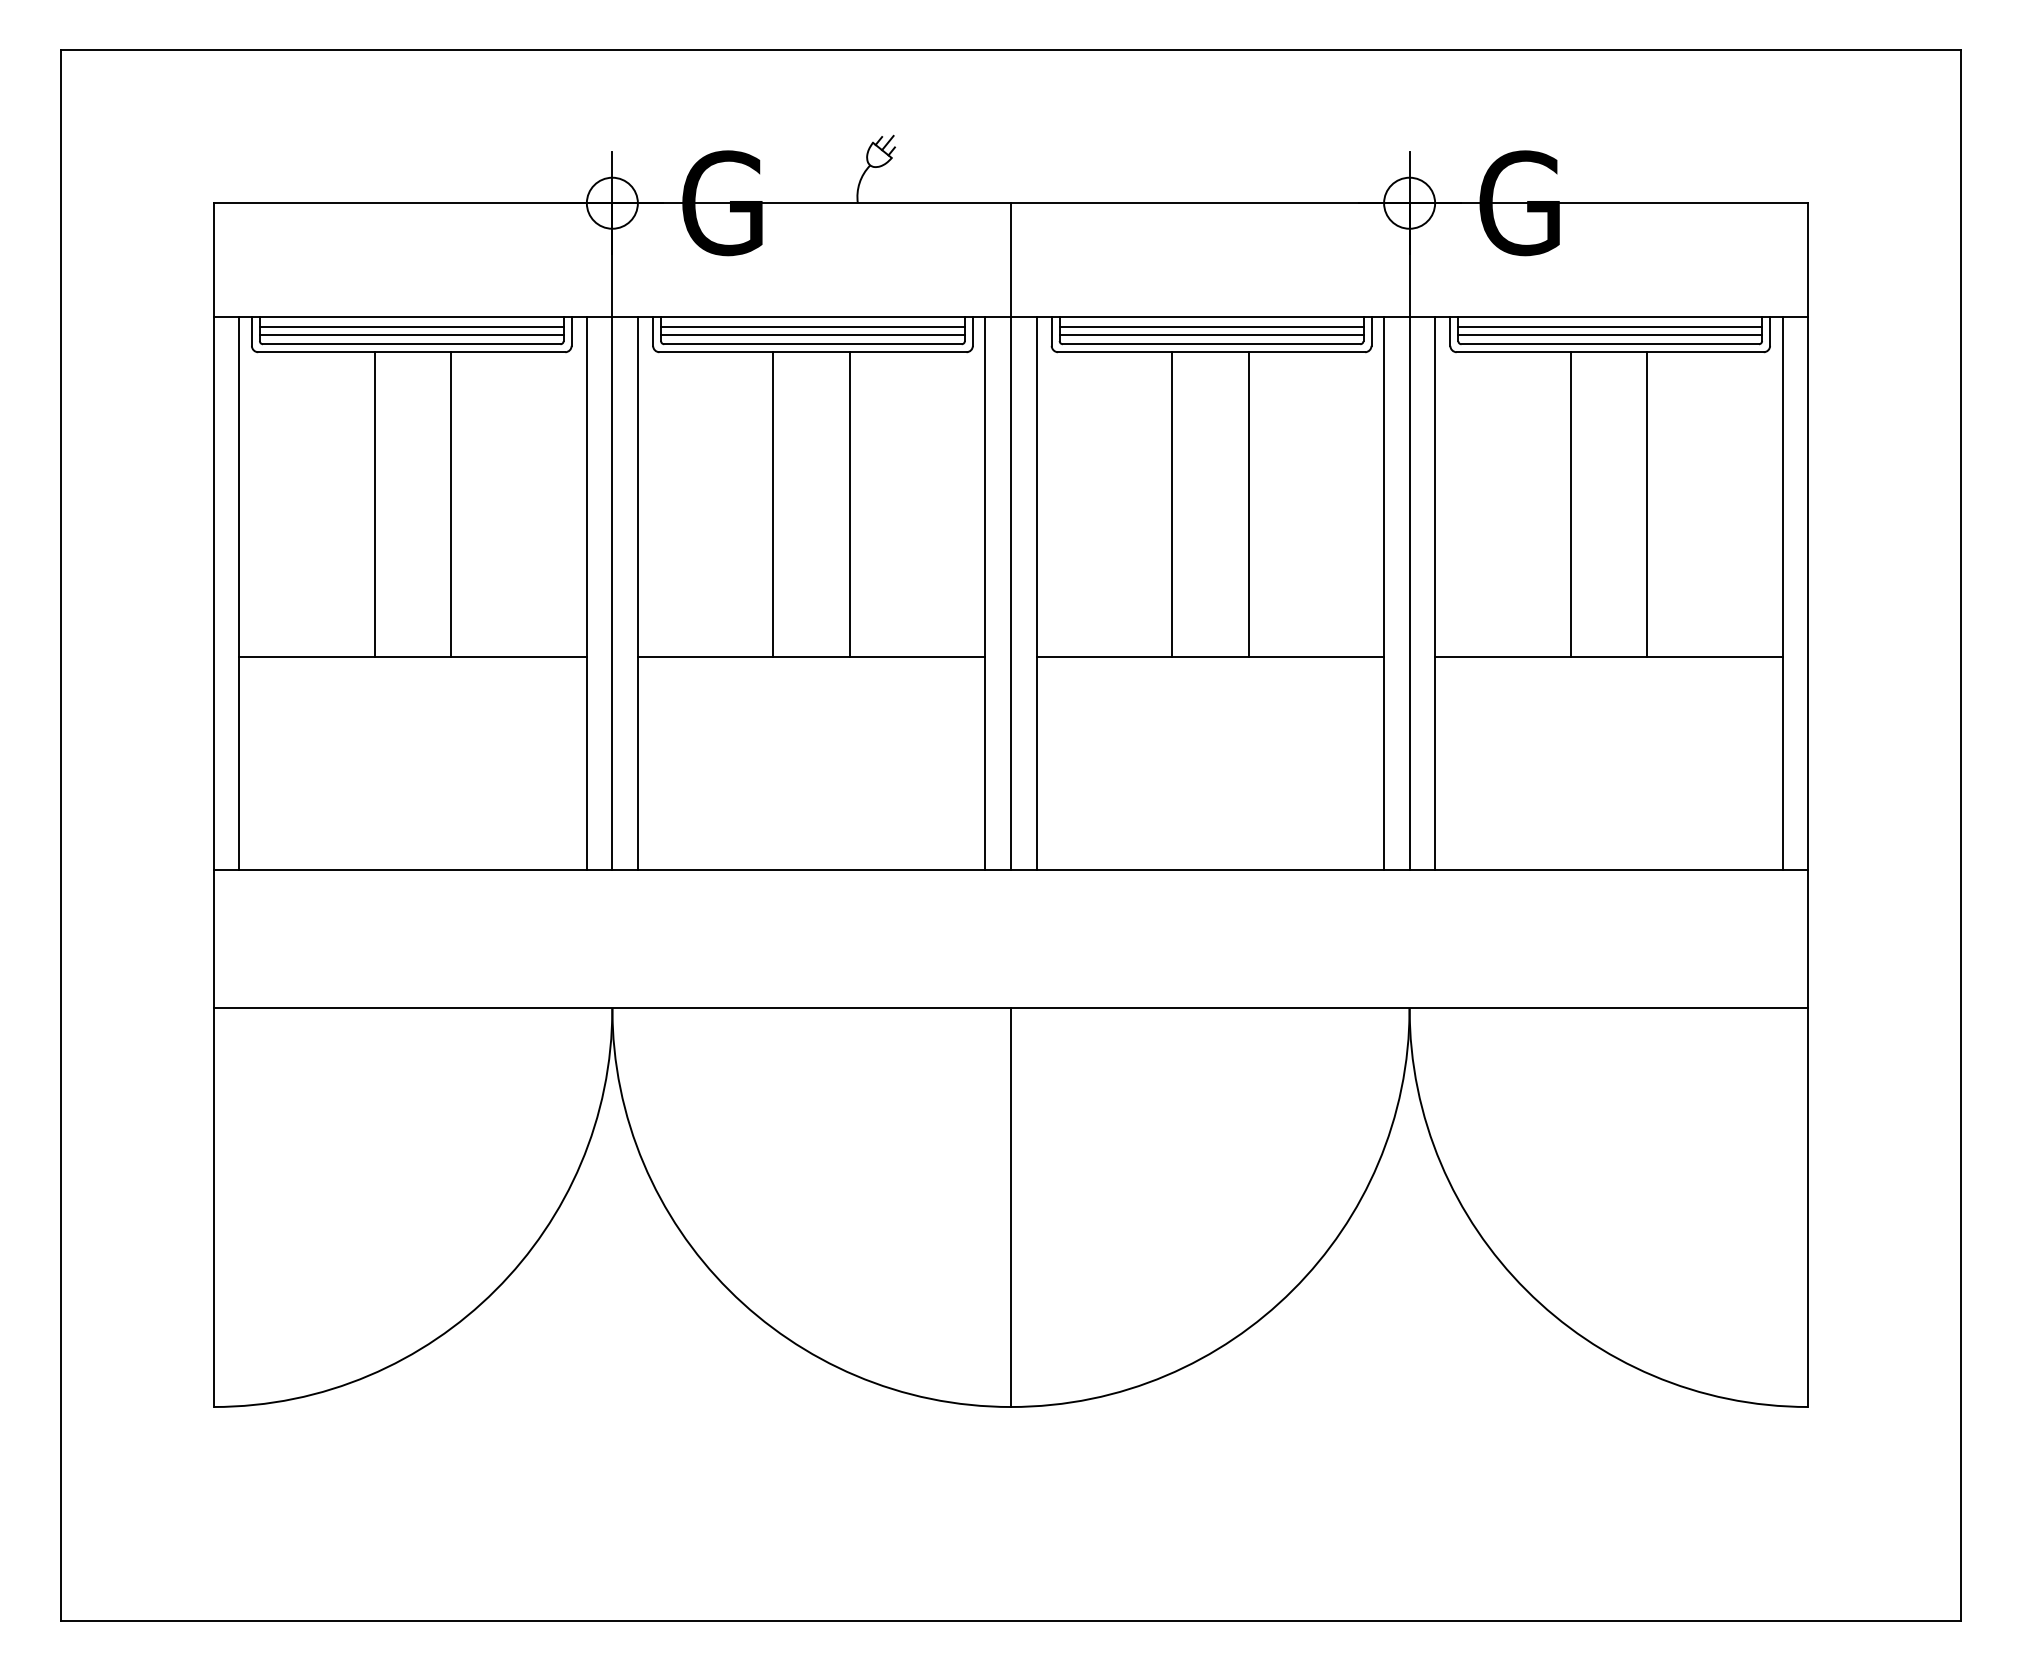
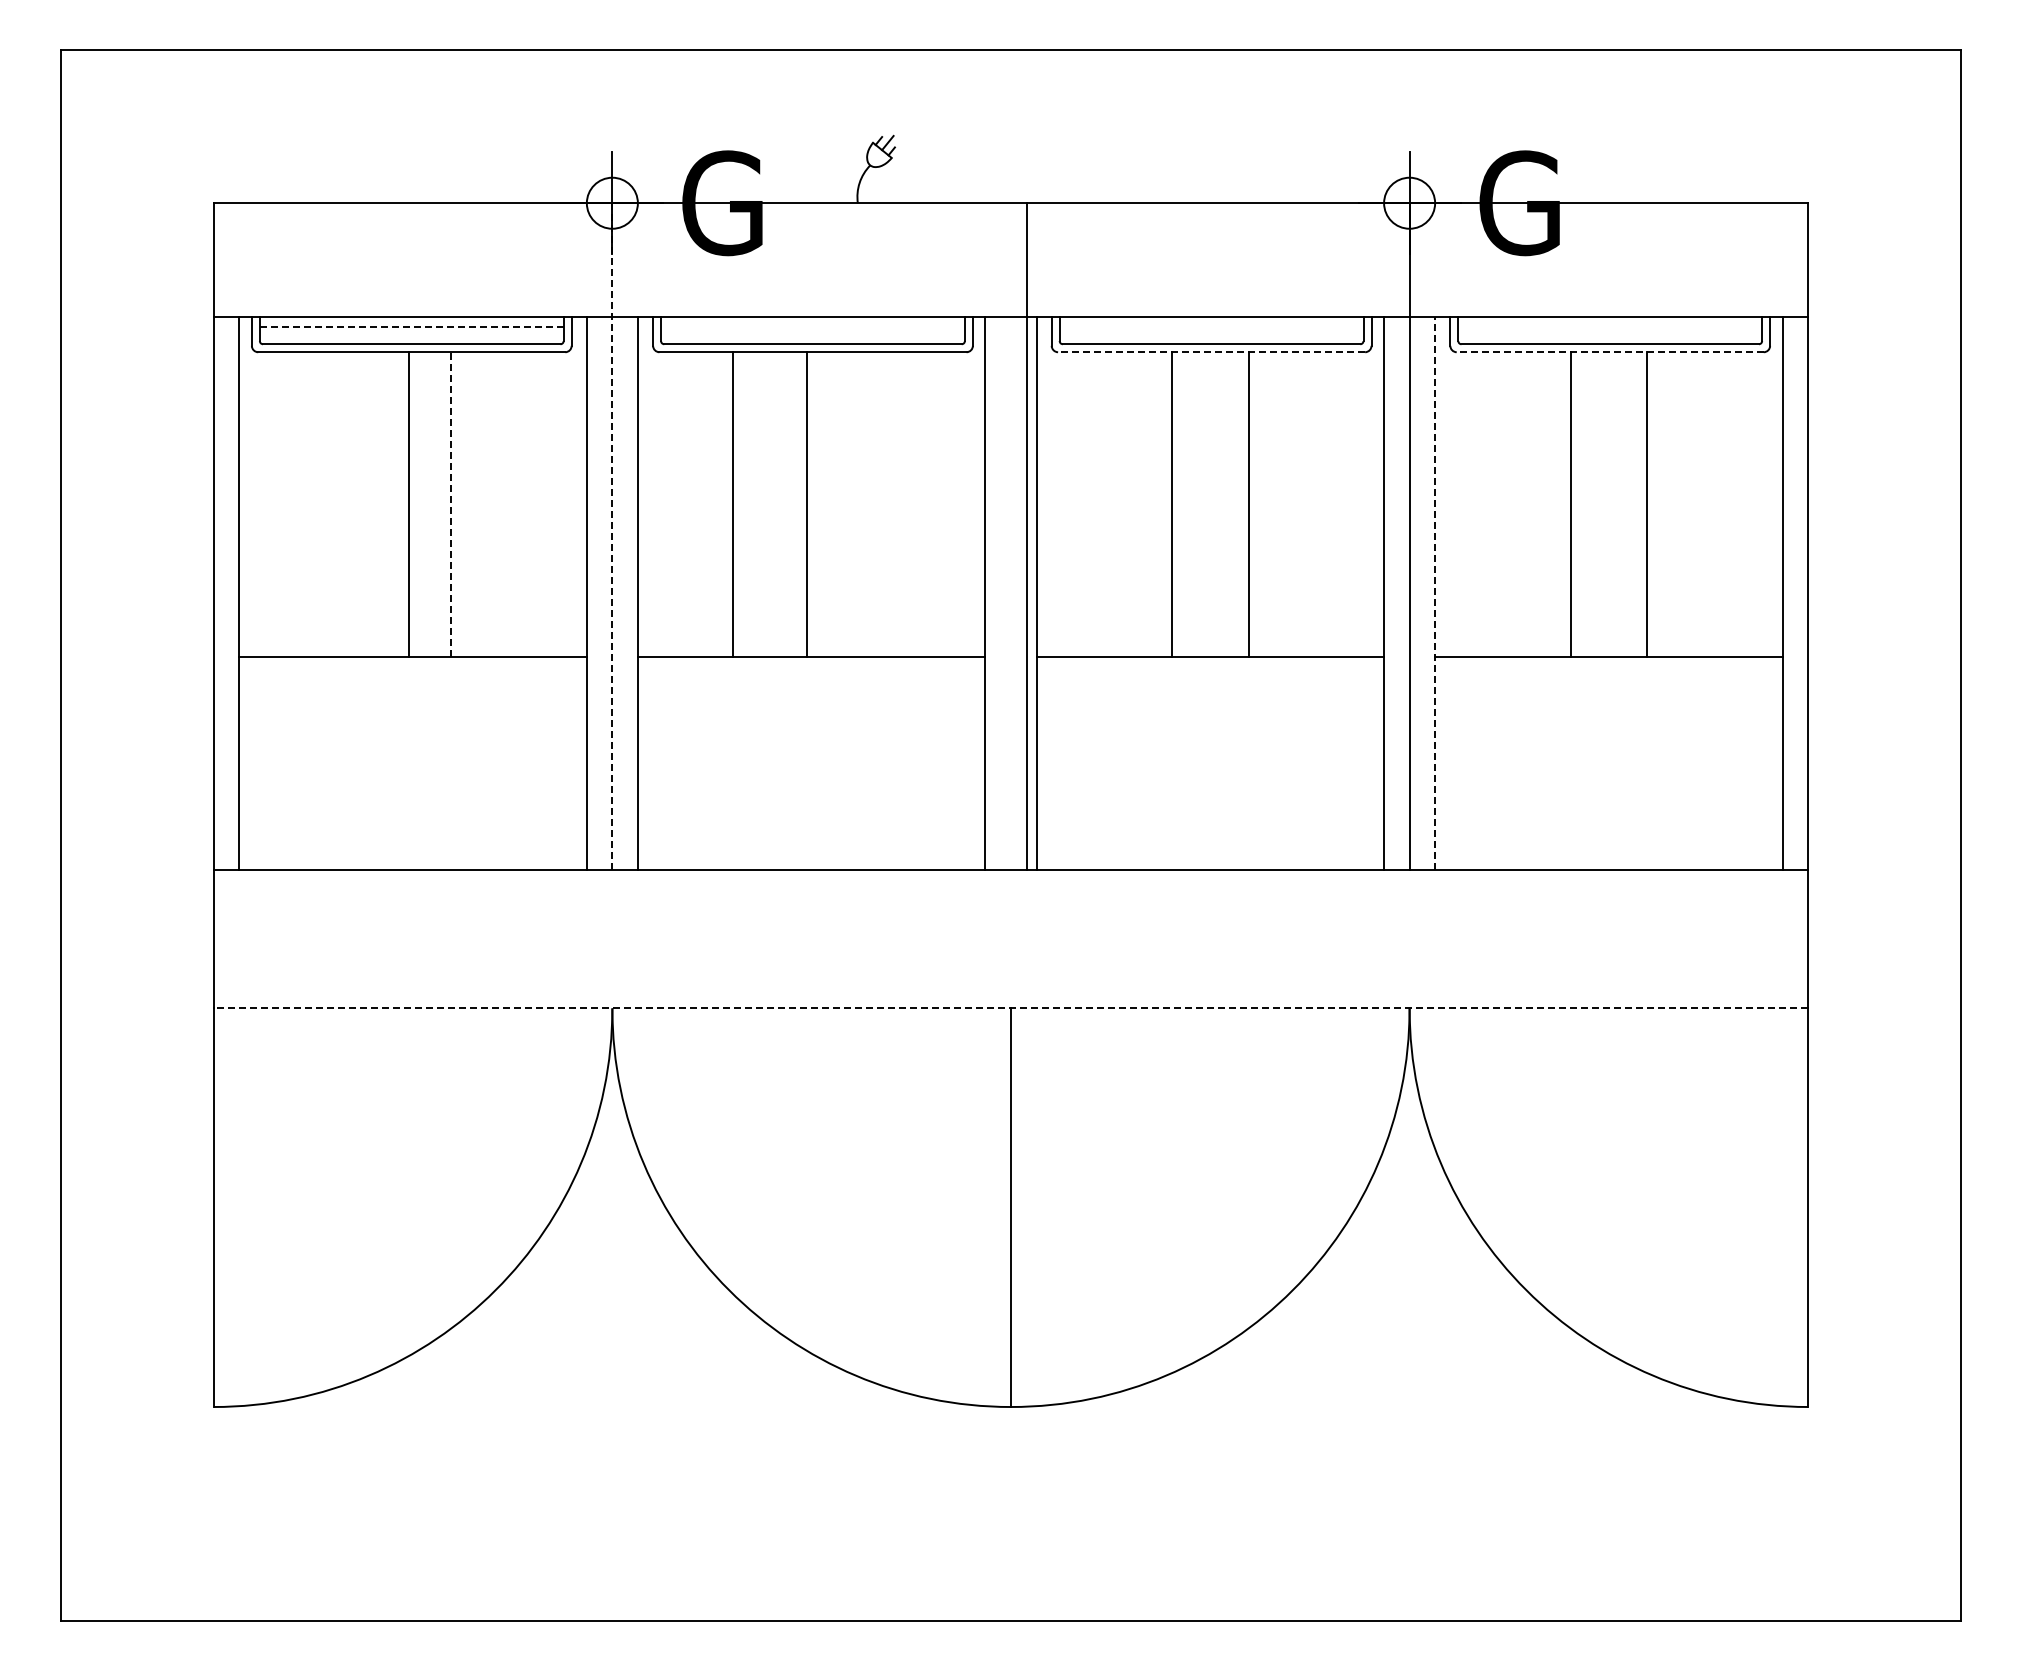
line at (411, 327): solid -> dashed
line at (812, 327): present -> none
line at (1211, 327): present -> none
line at (1610, 327): present -> none
line at (411, 334): present -> none
line at (812, 334): present -> none
line at (1211, 334): present -> none
line at (1610, 334): present -> none
line at (1211, 352): solid -> dashed
line at (1610, 352): solid -> dashed
line at (374, 504) position: (374, 504) -> (408, 504)
line at (451, 504): solid -> dashed
line at (773, 504) position: (773, 504) -> (733, 504)
line at (849, 504) position: (849, 504) -> (806, 504)
line at (612, 536): solid -> dashed
line at (1011, 536) position: (1011, 536) -> (1027, 536)
line at (1435, 593): solid -> dashed
line at (1010, 1008): solid -> dashed
